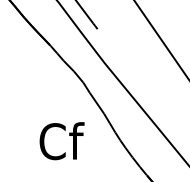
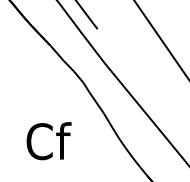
text at (61, 141) position: (61, 141) -> (48, 141)
